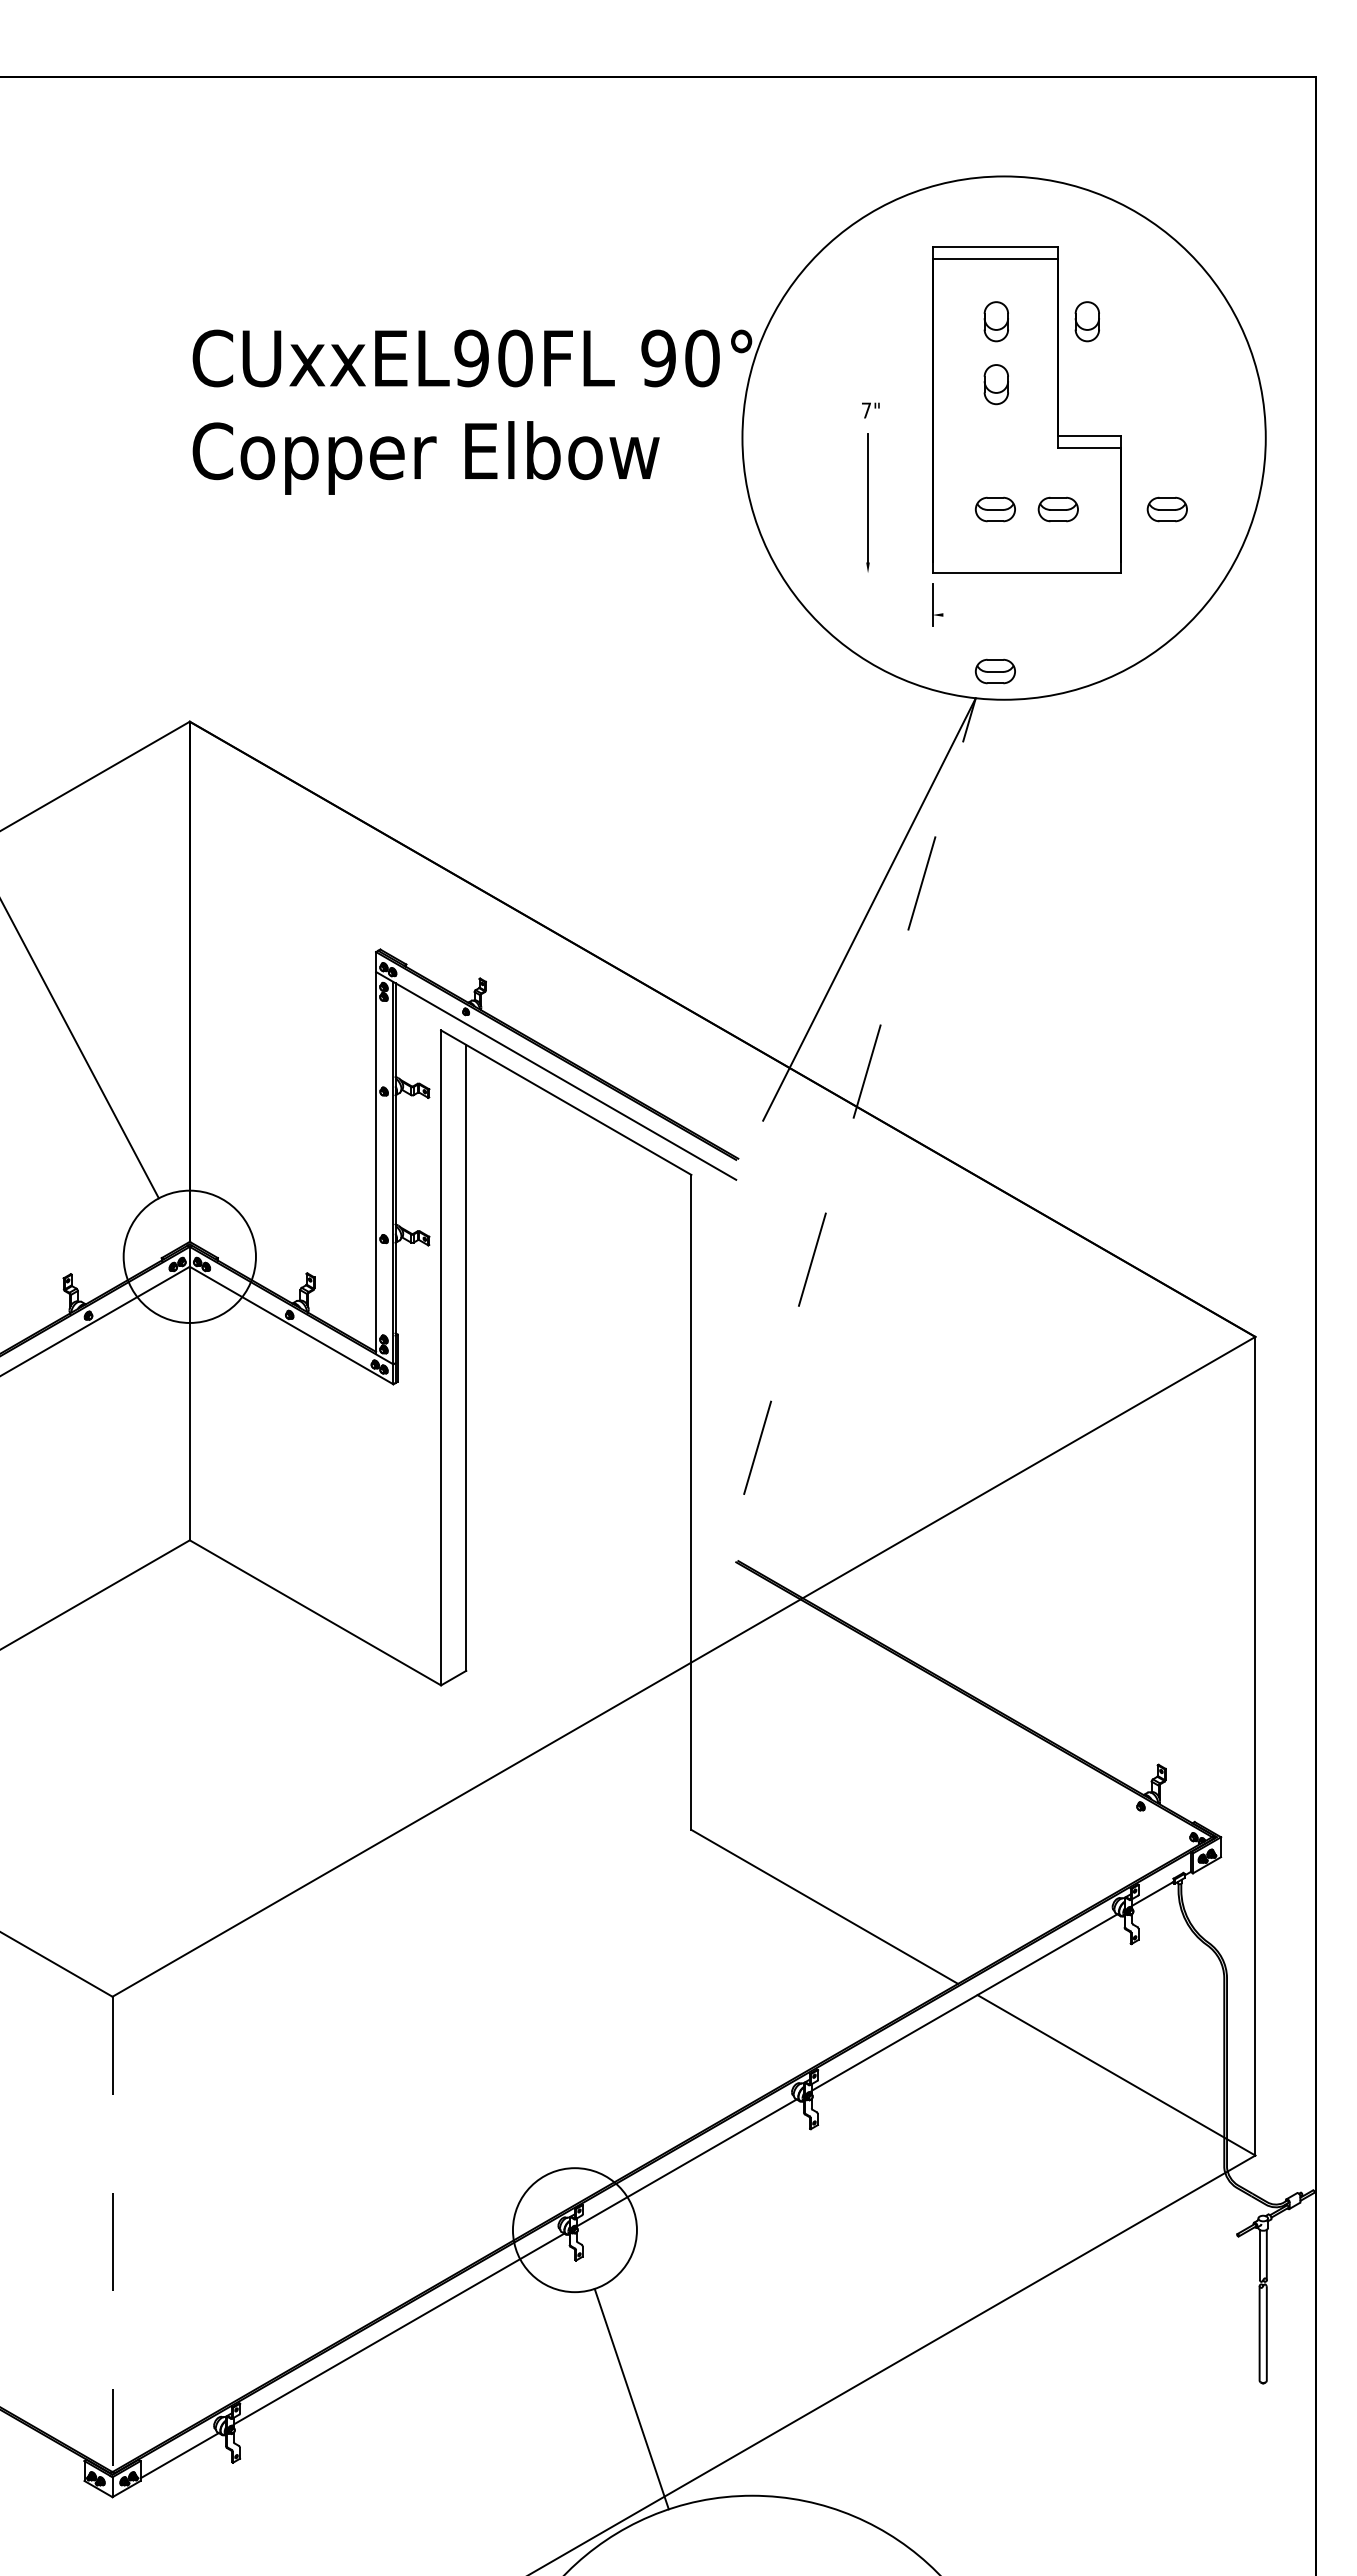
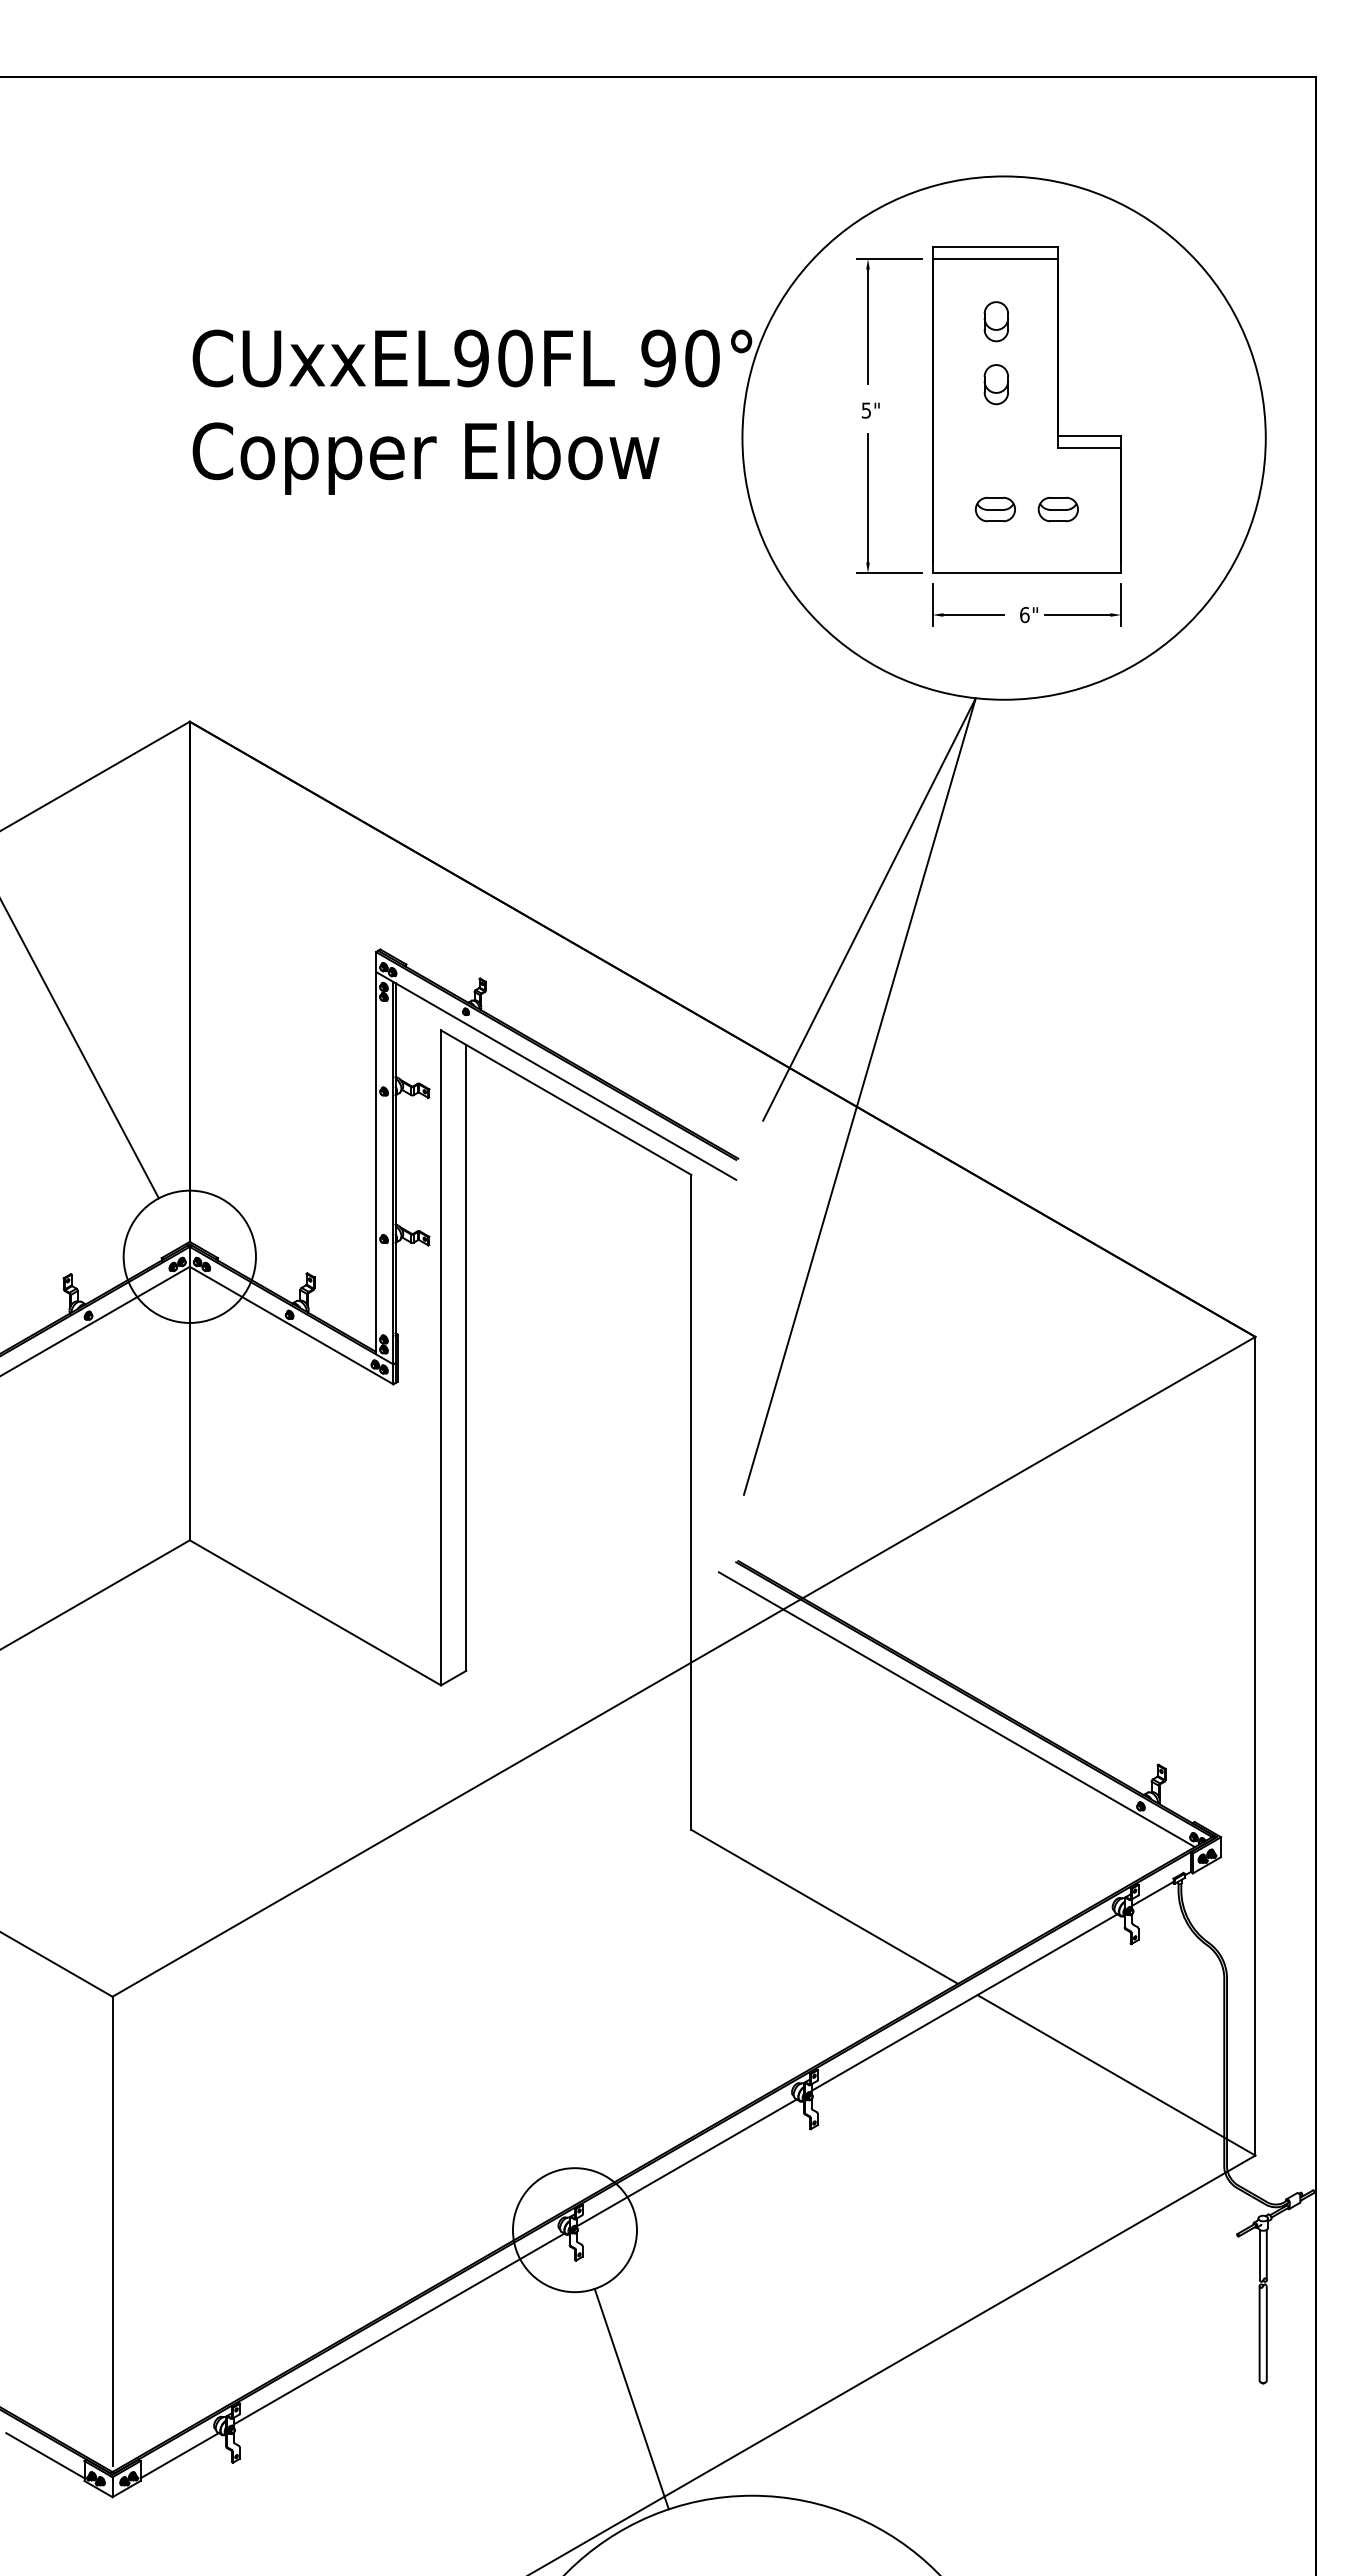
part at (868, 321): none -> present
part at (1086, 321): present -> none
text at (865, 410): 7" -> 5"
part at (1166, 509): present -> none
line at (889, 573): none -> present
part at (1070, 614): none -> present
line at (973, 615): none -> present
part at (994, 671): present -> none
line at (859, 1096): dashed -> solid
line at (956, 1709): none -> present
line at (112, 2231): dashed -> solid
line at (45, 2455): none -> present
